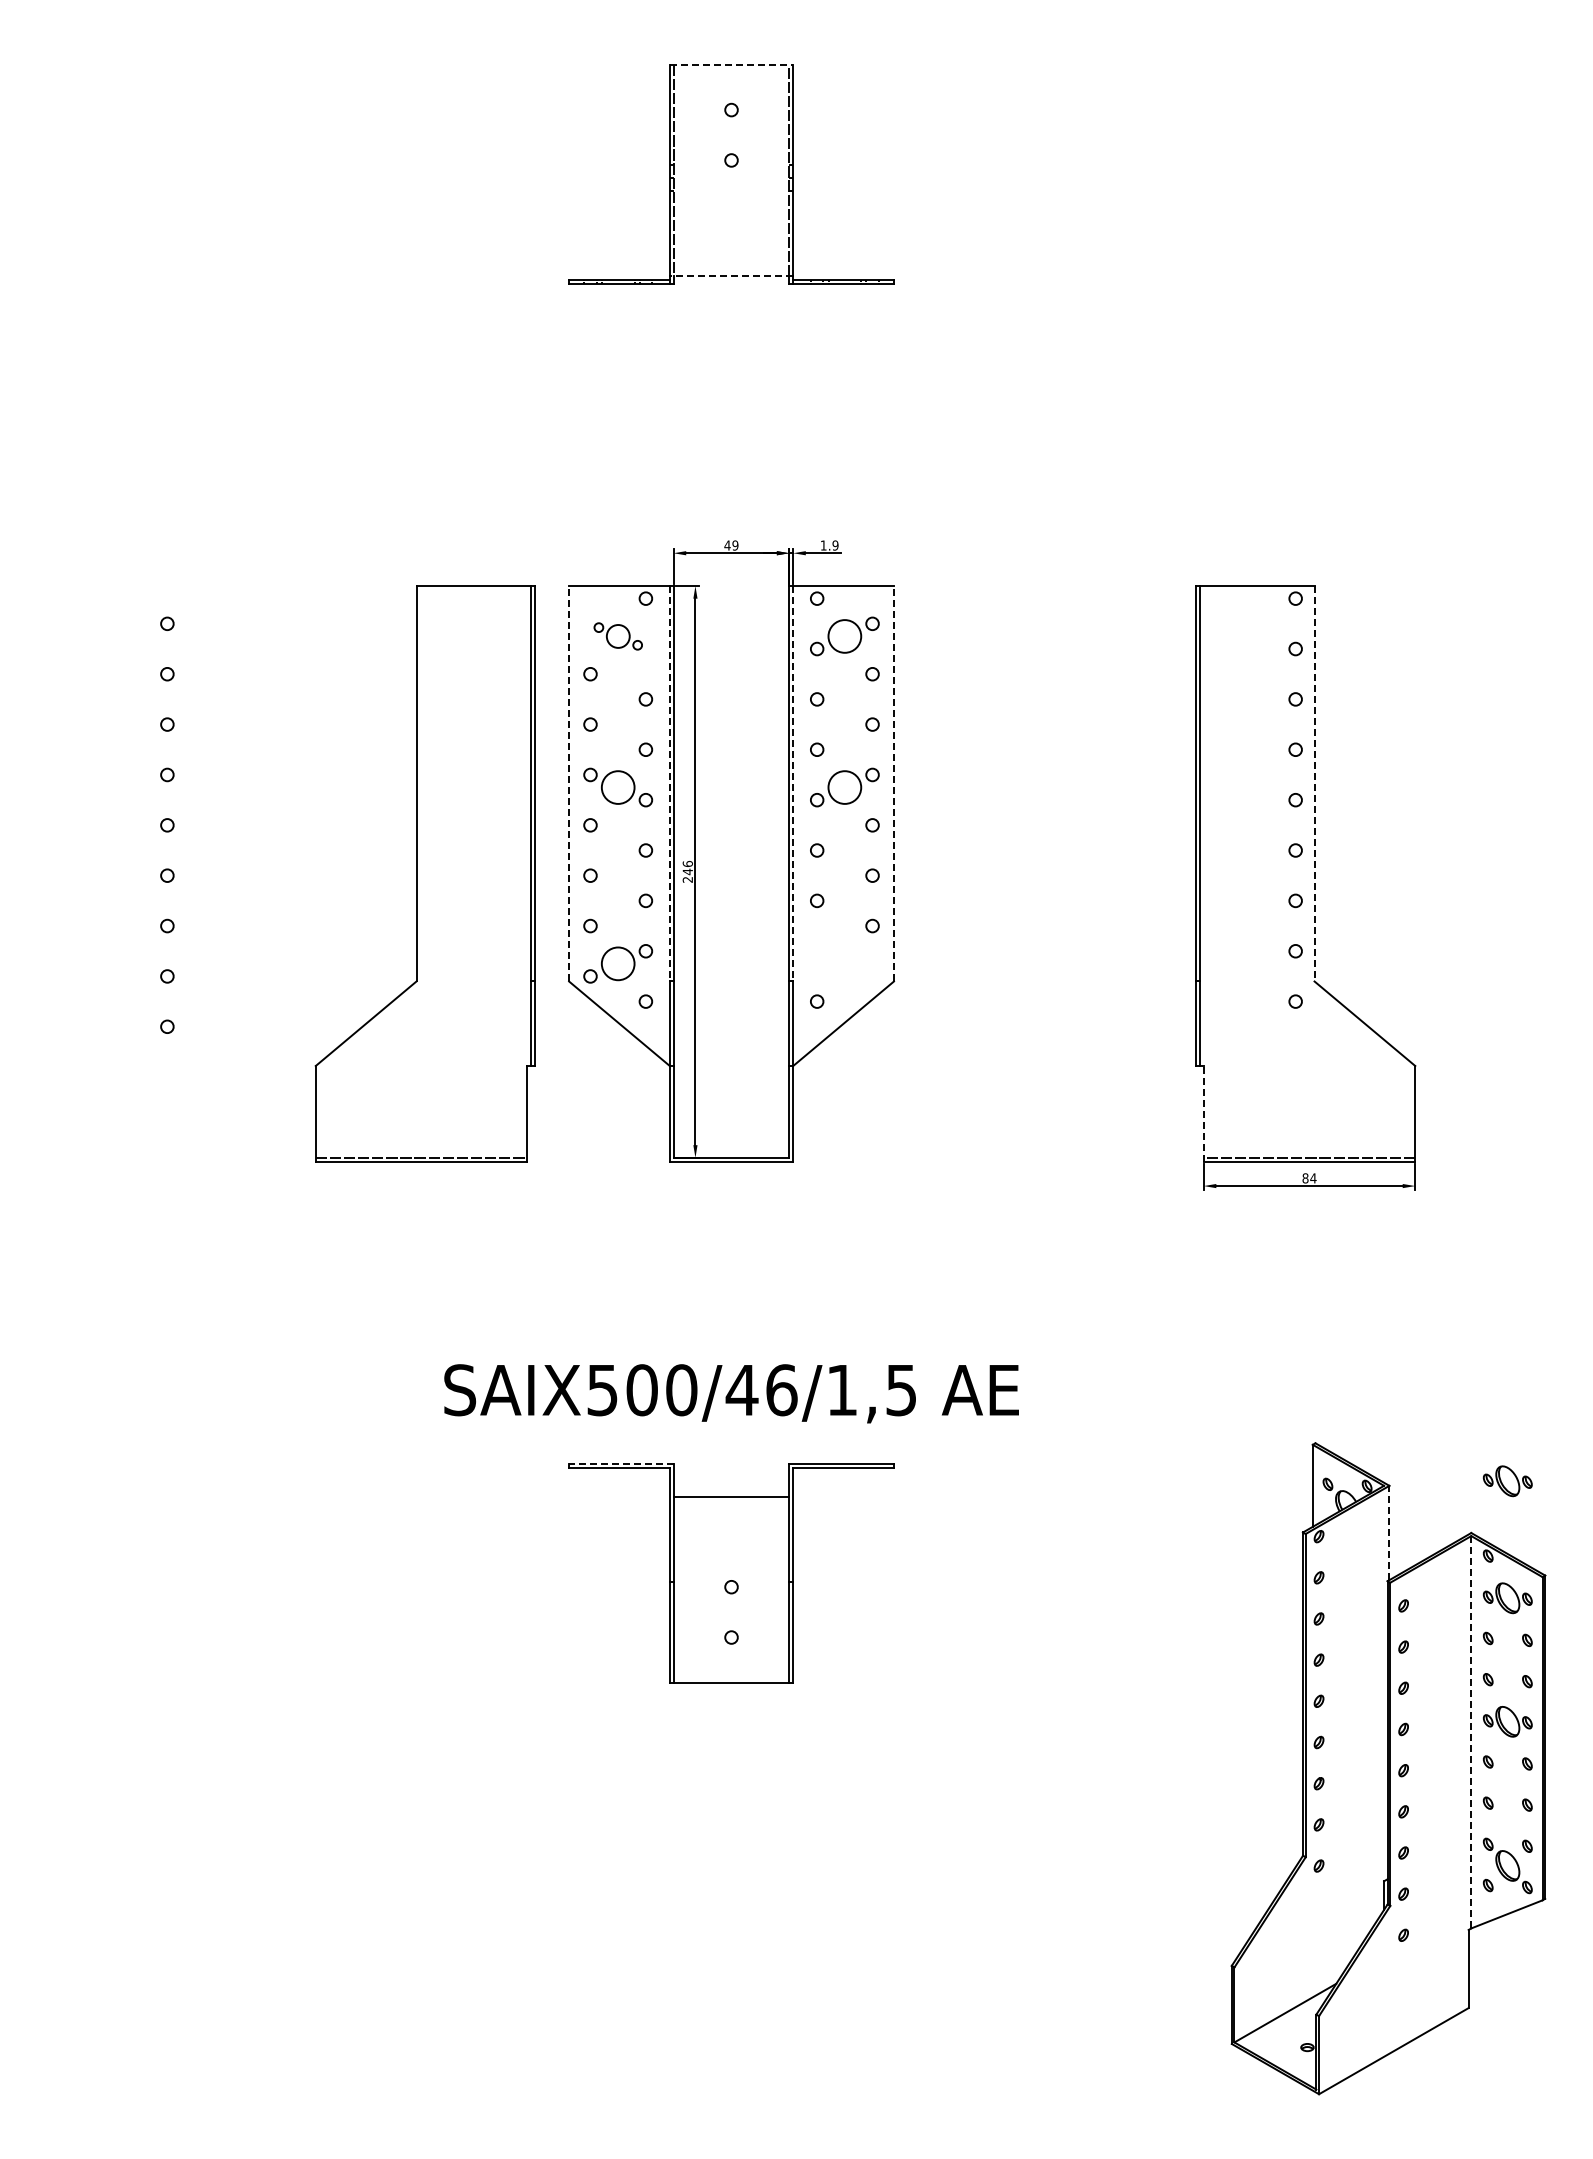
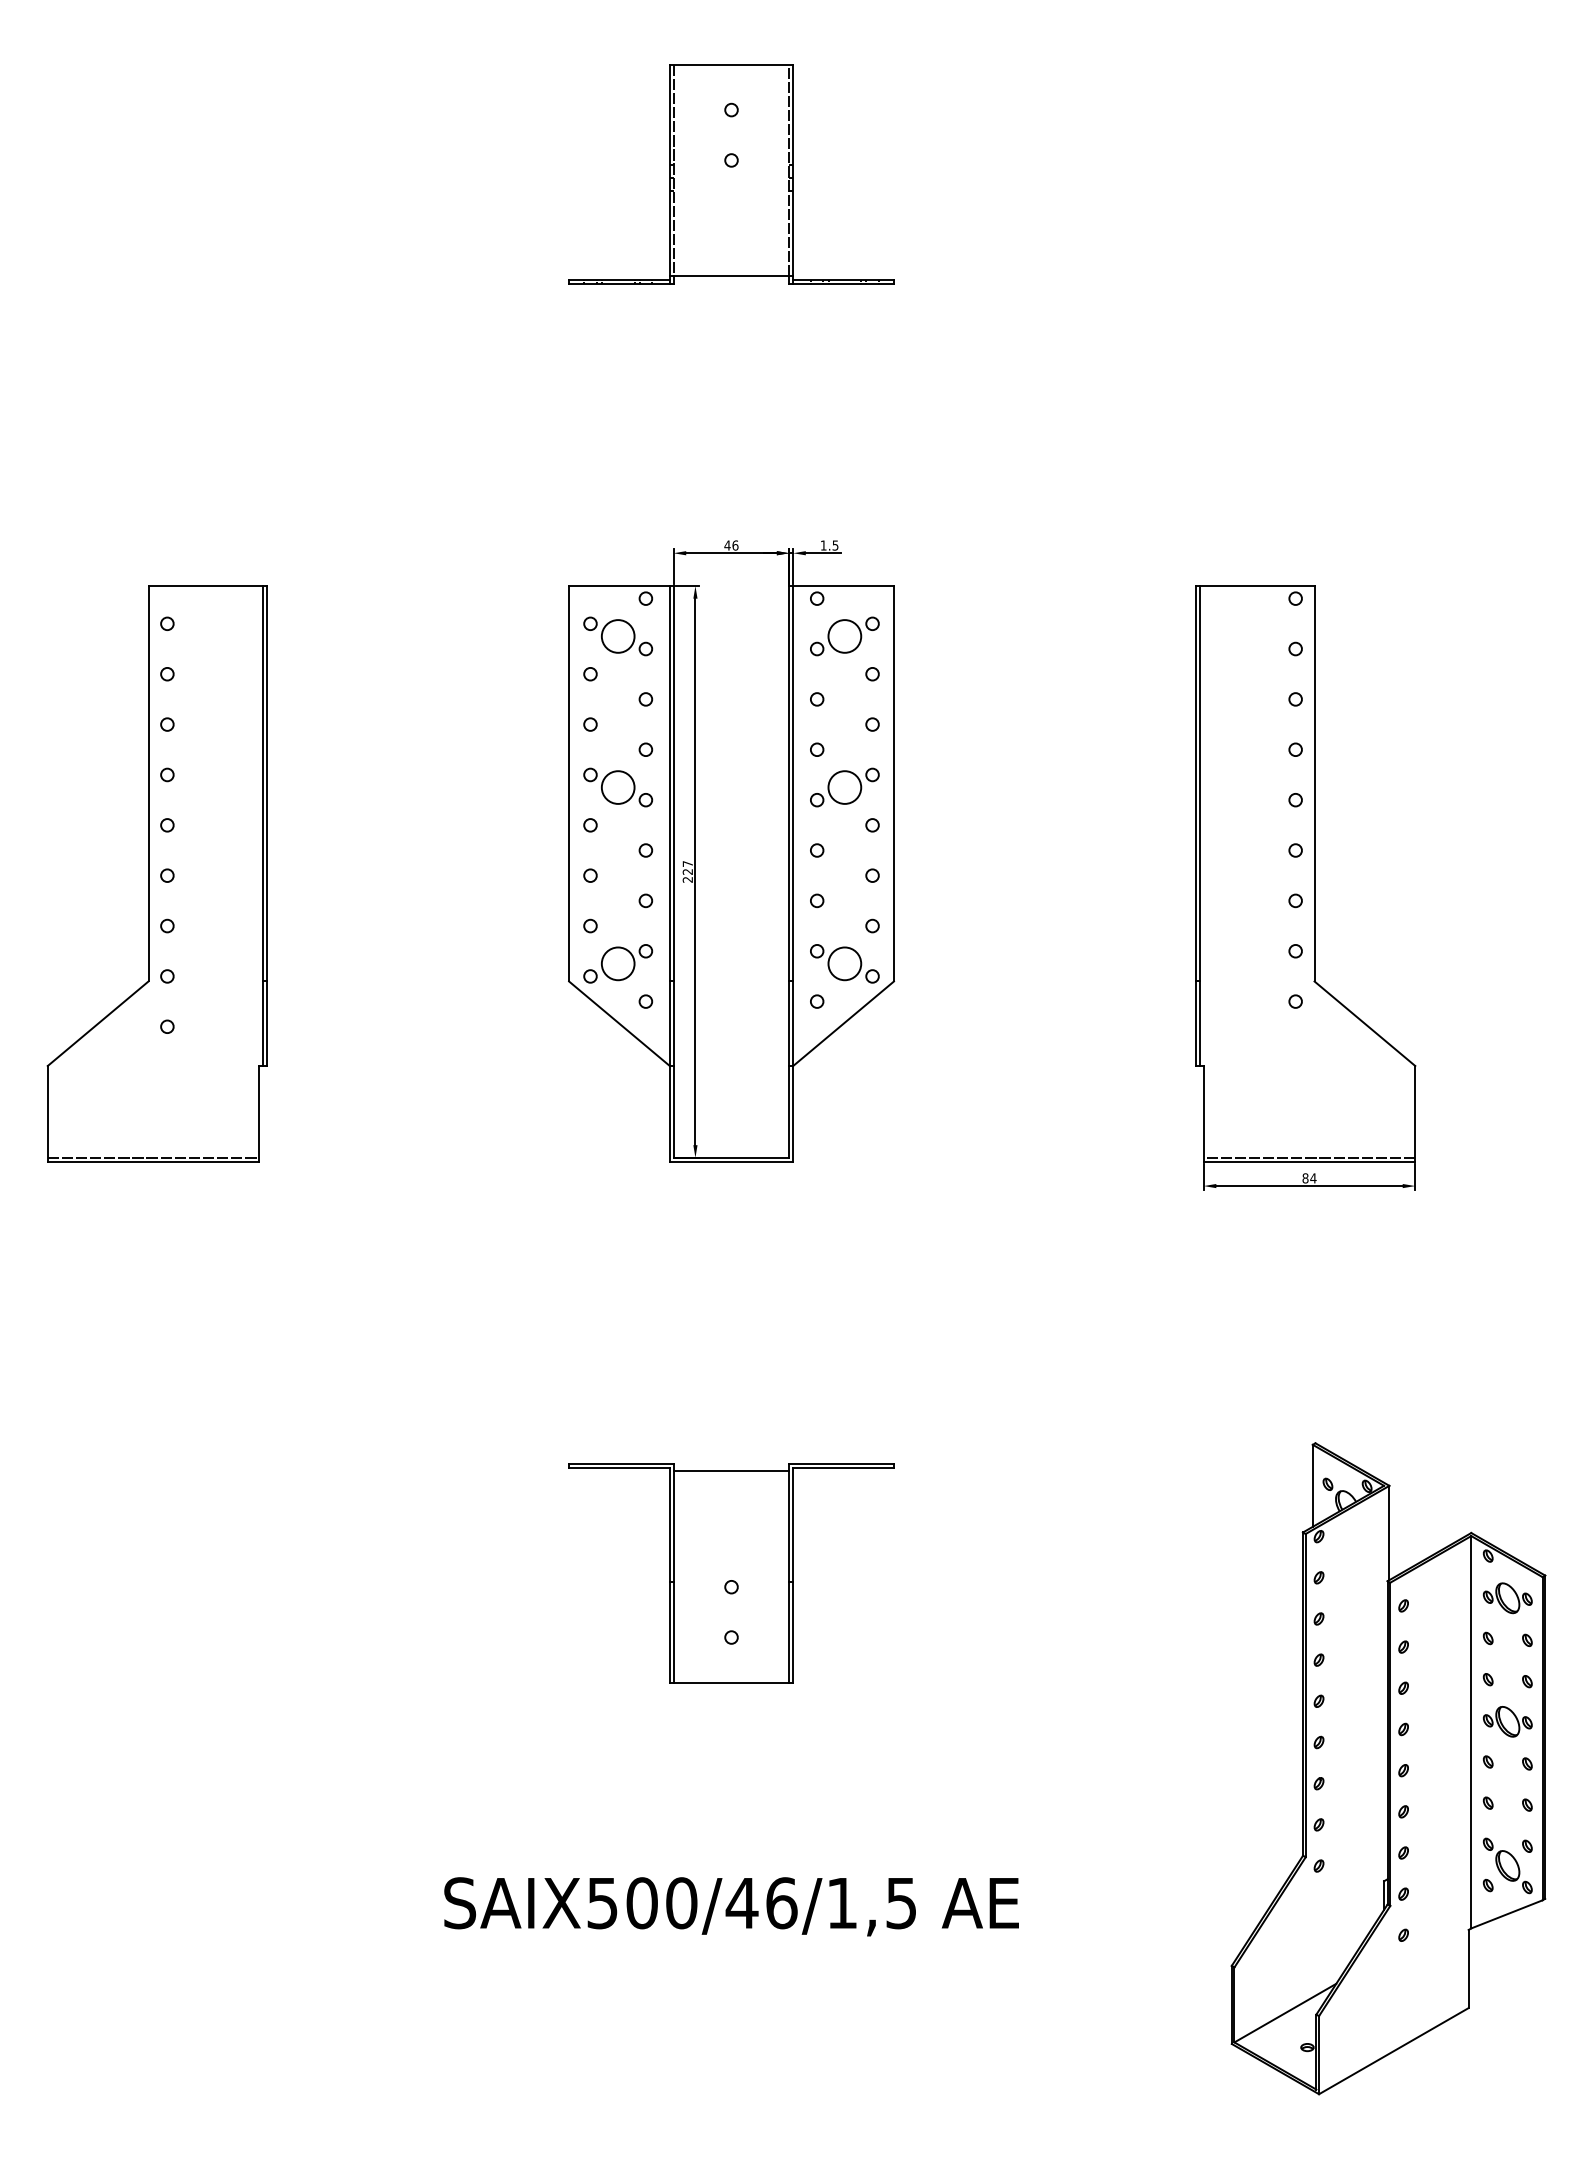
line at (731, 64): dashed -> solid
line at (731, 276): dashed -> solid
text at (735, 545): 49 -> 46
text at (835, 545): 1.9 -> 1.5
part at (617, 636) size: 50x29 px -> 71x41 px
line at (569, 783): dashed -> solid
line at (669, 783): dashed -> solid
line at (793, 783): dashed -> solid
line at (893, 783): dashed -> solid
line at (1314, 783): dashed -> solid
text at (687, 867): 246 -> 227
part at (424, 873) position: (424, 873) -> (156, 873)
part at (844, 963): none -> present
line at (1203, 1113): dashed -> solid
text at (731, 1393) position: (731, 1393) -> (731, 1906)
line at (620, 1463): dashed -> solid
part at (1507, 1481): present -> none
line at (731, 1497) position: (731, 1497) -> (731, 1471)
line at (1389, 1532): dashed -> solid
line at (1471, 1732): dashed -> solid
